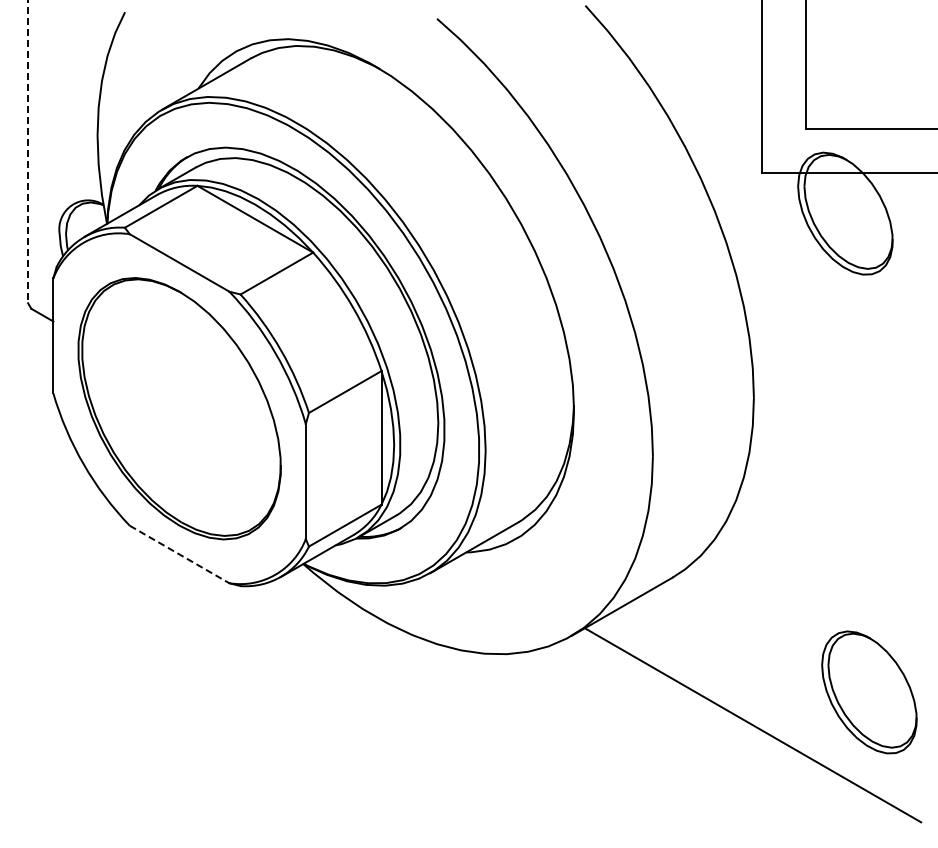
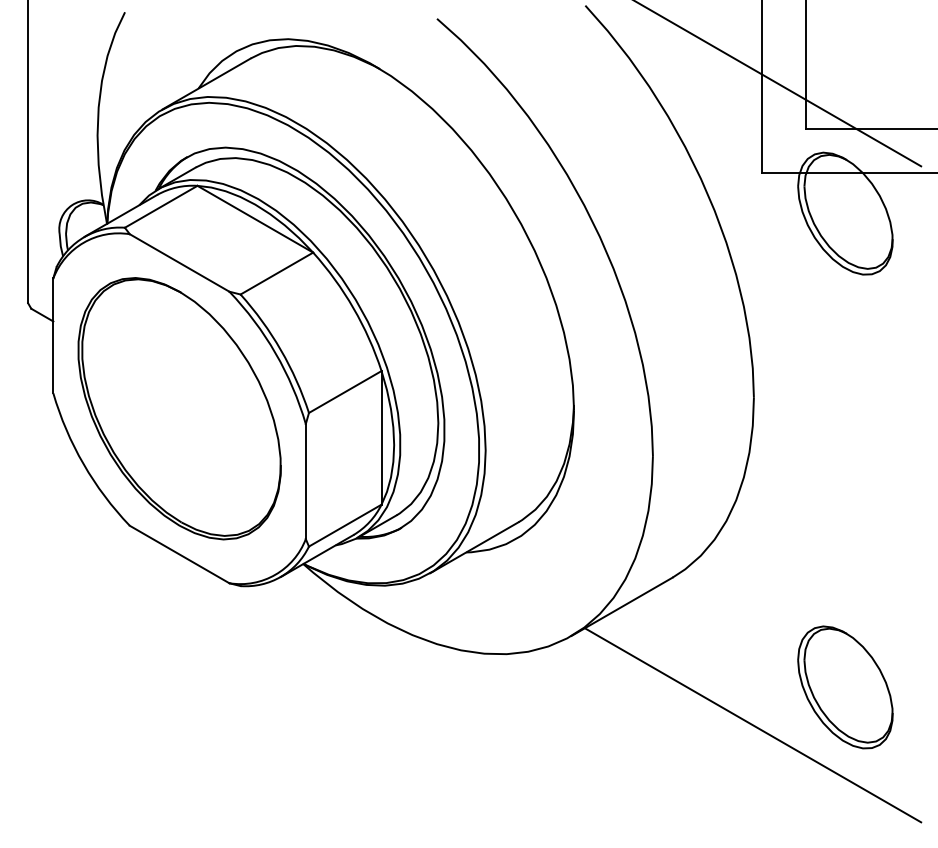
line at (778, 84): none -> present
line at (28, 152): dashed -> solid
line at (180, 554): dashed -> solid
part at (869, 692) position: (869, 692) -> (845, 687)
